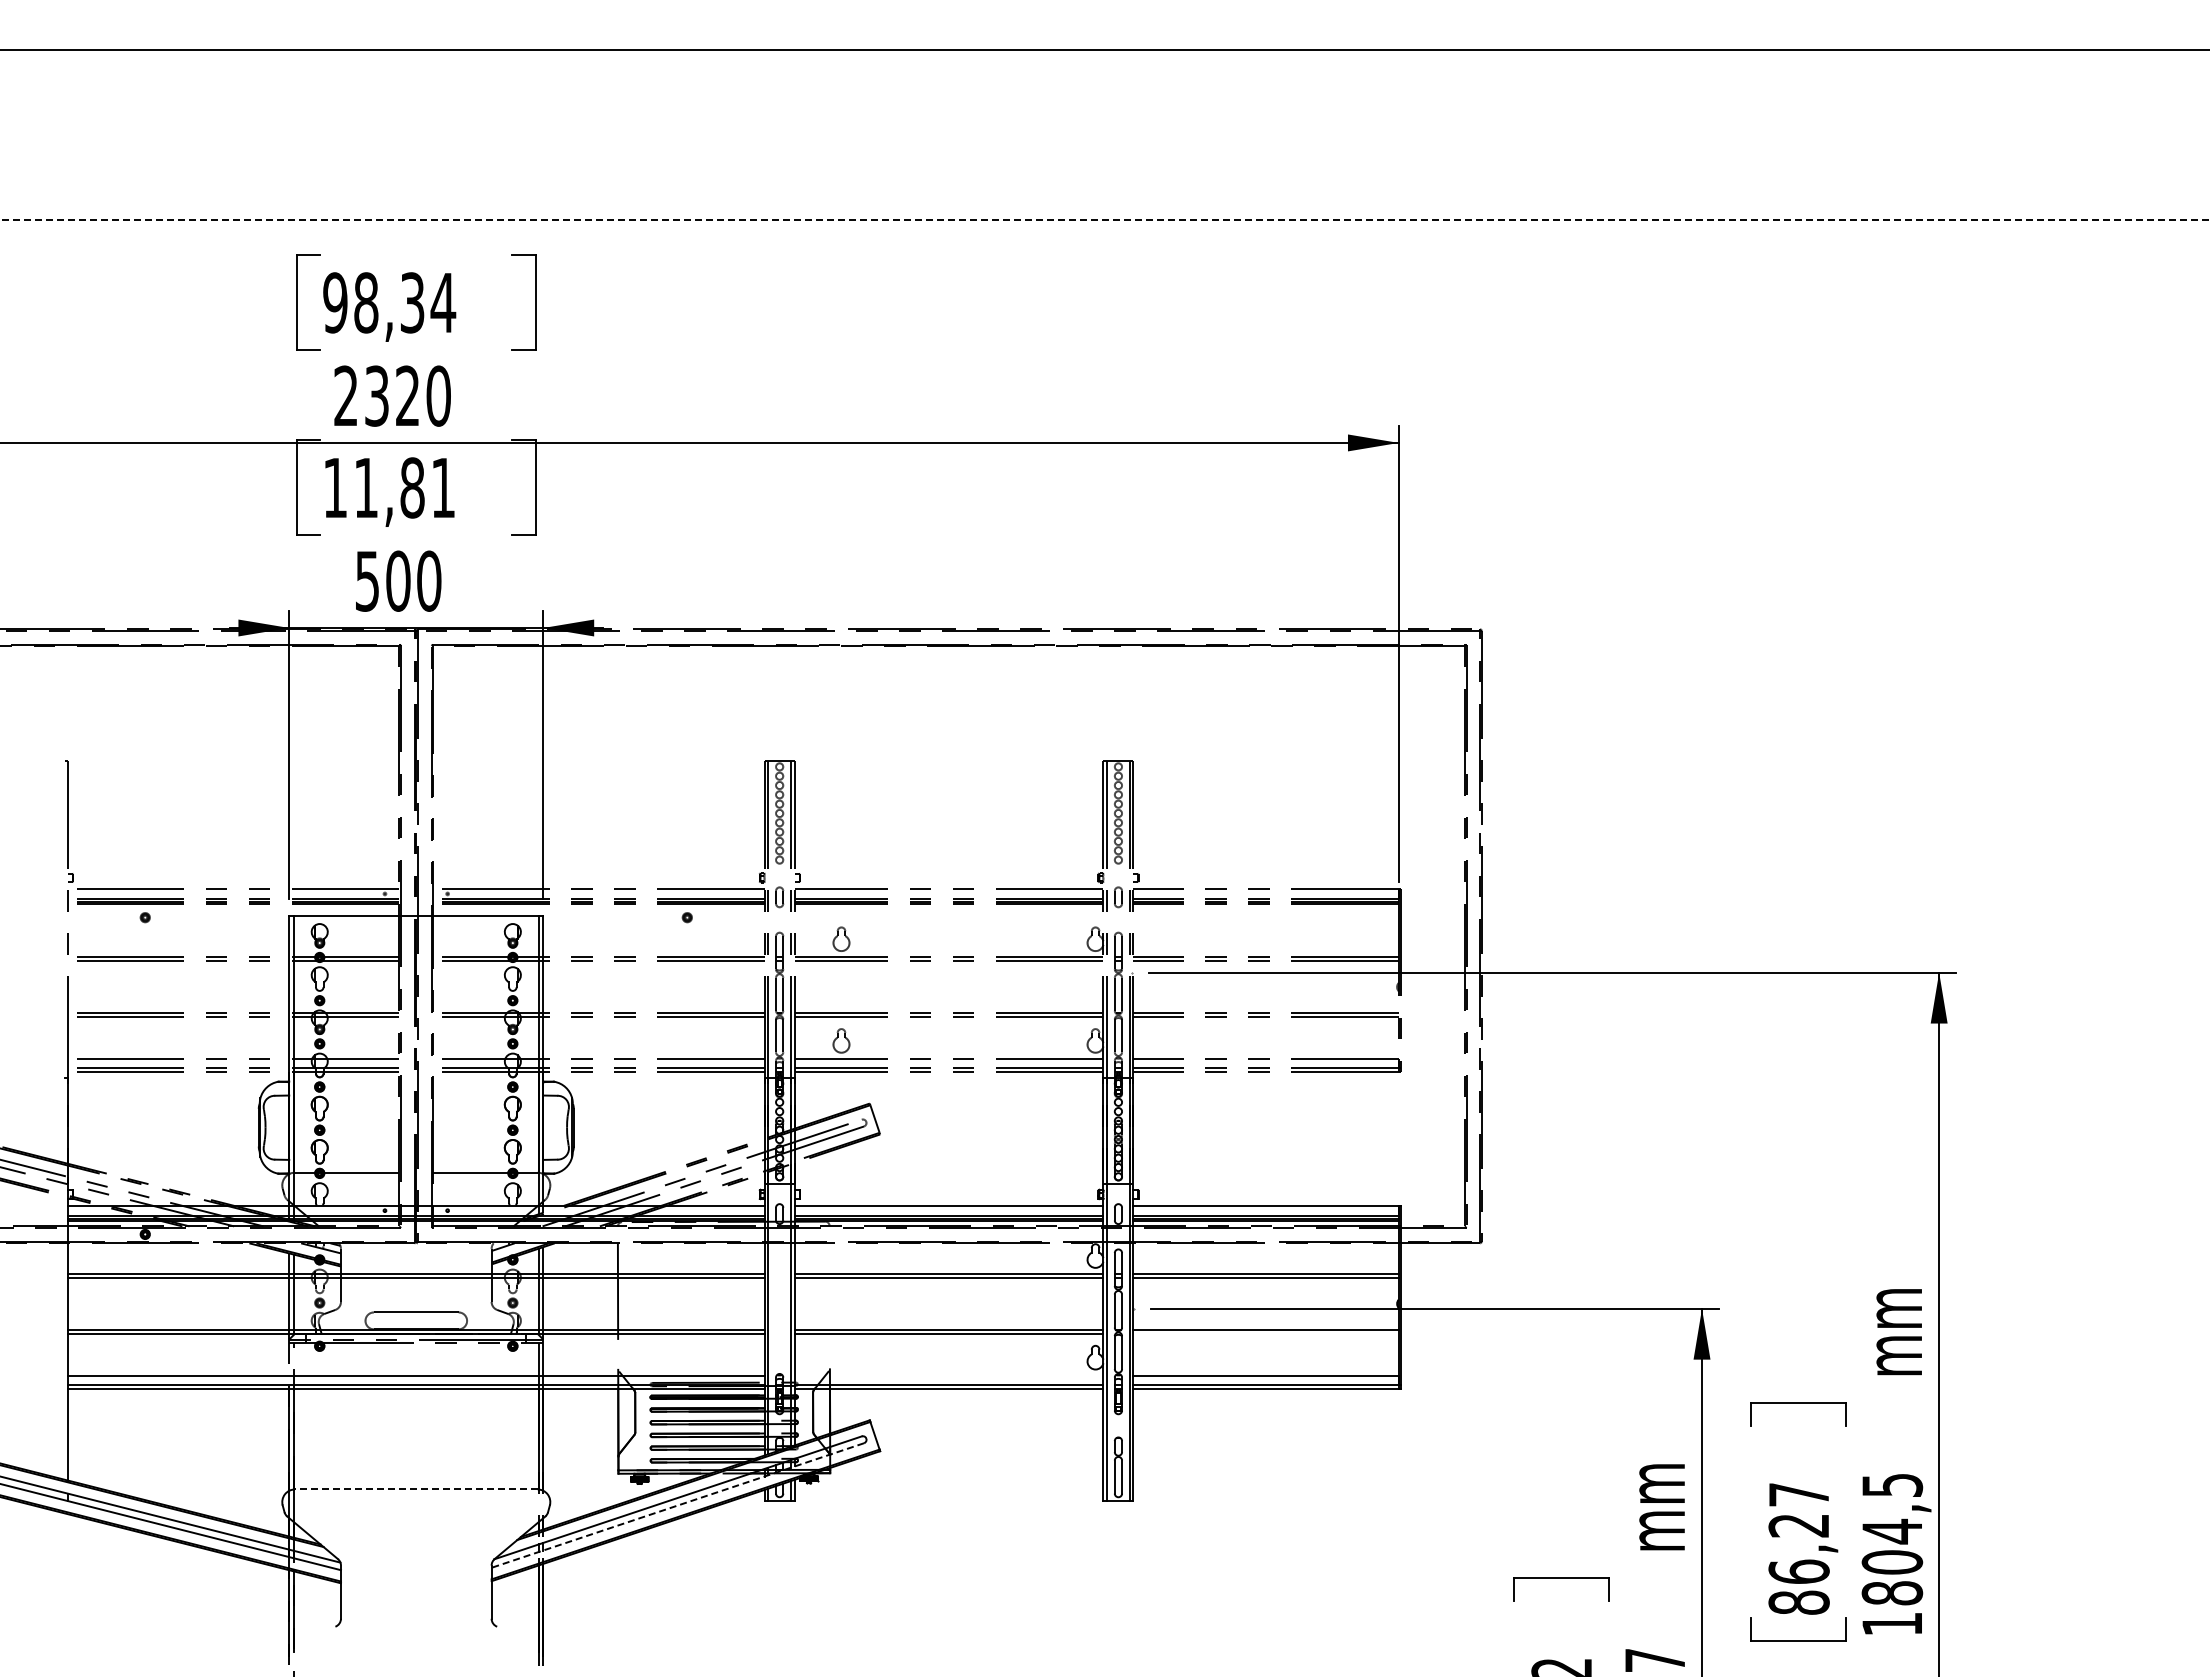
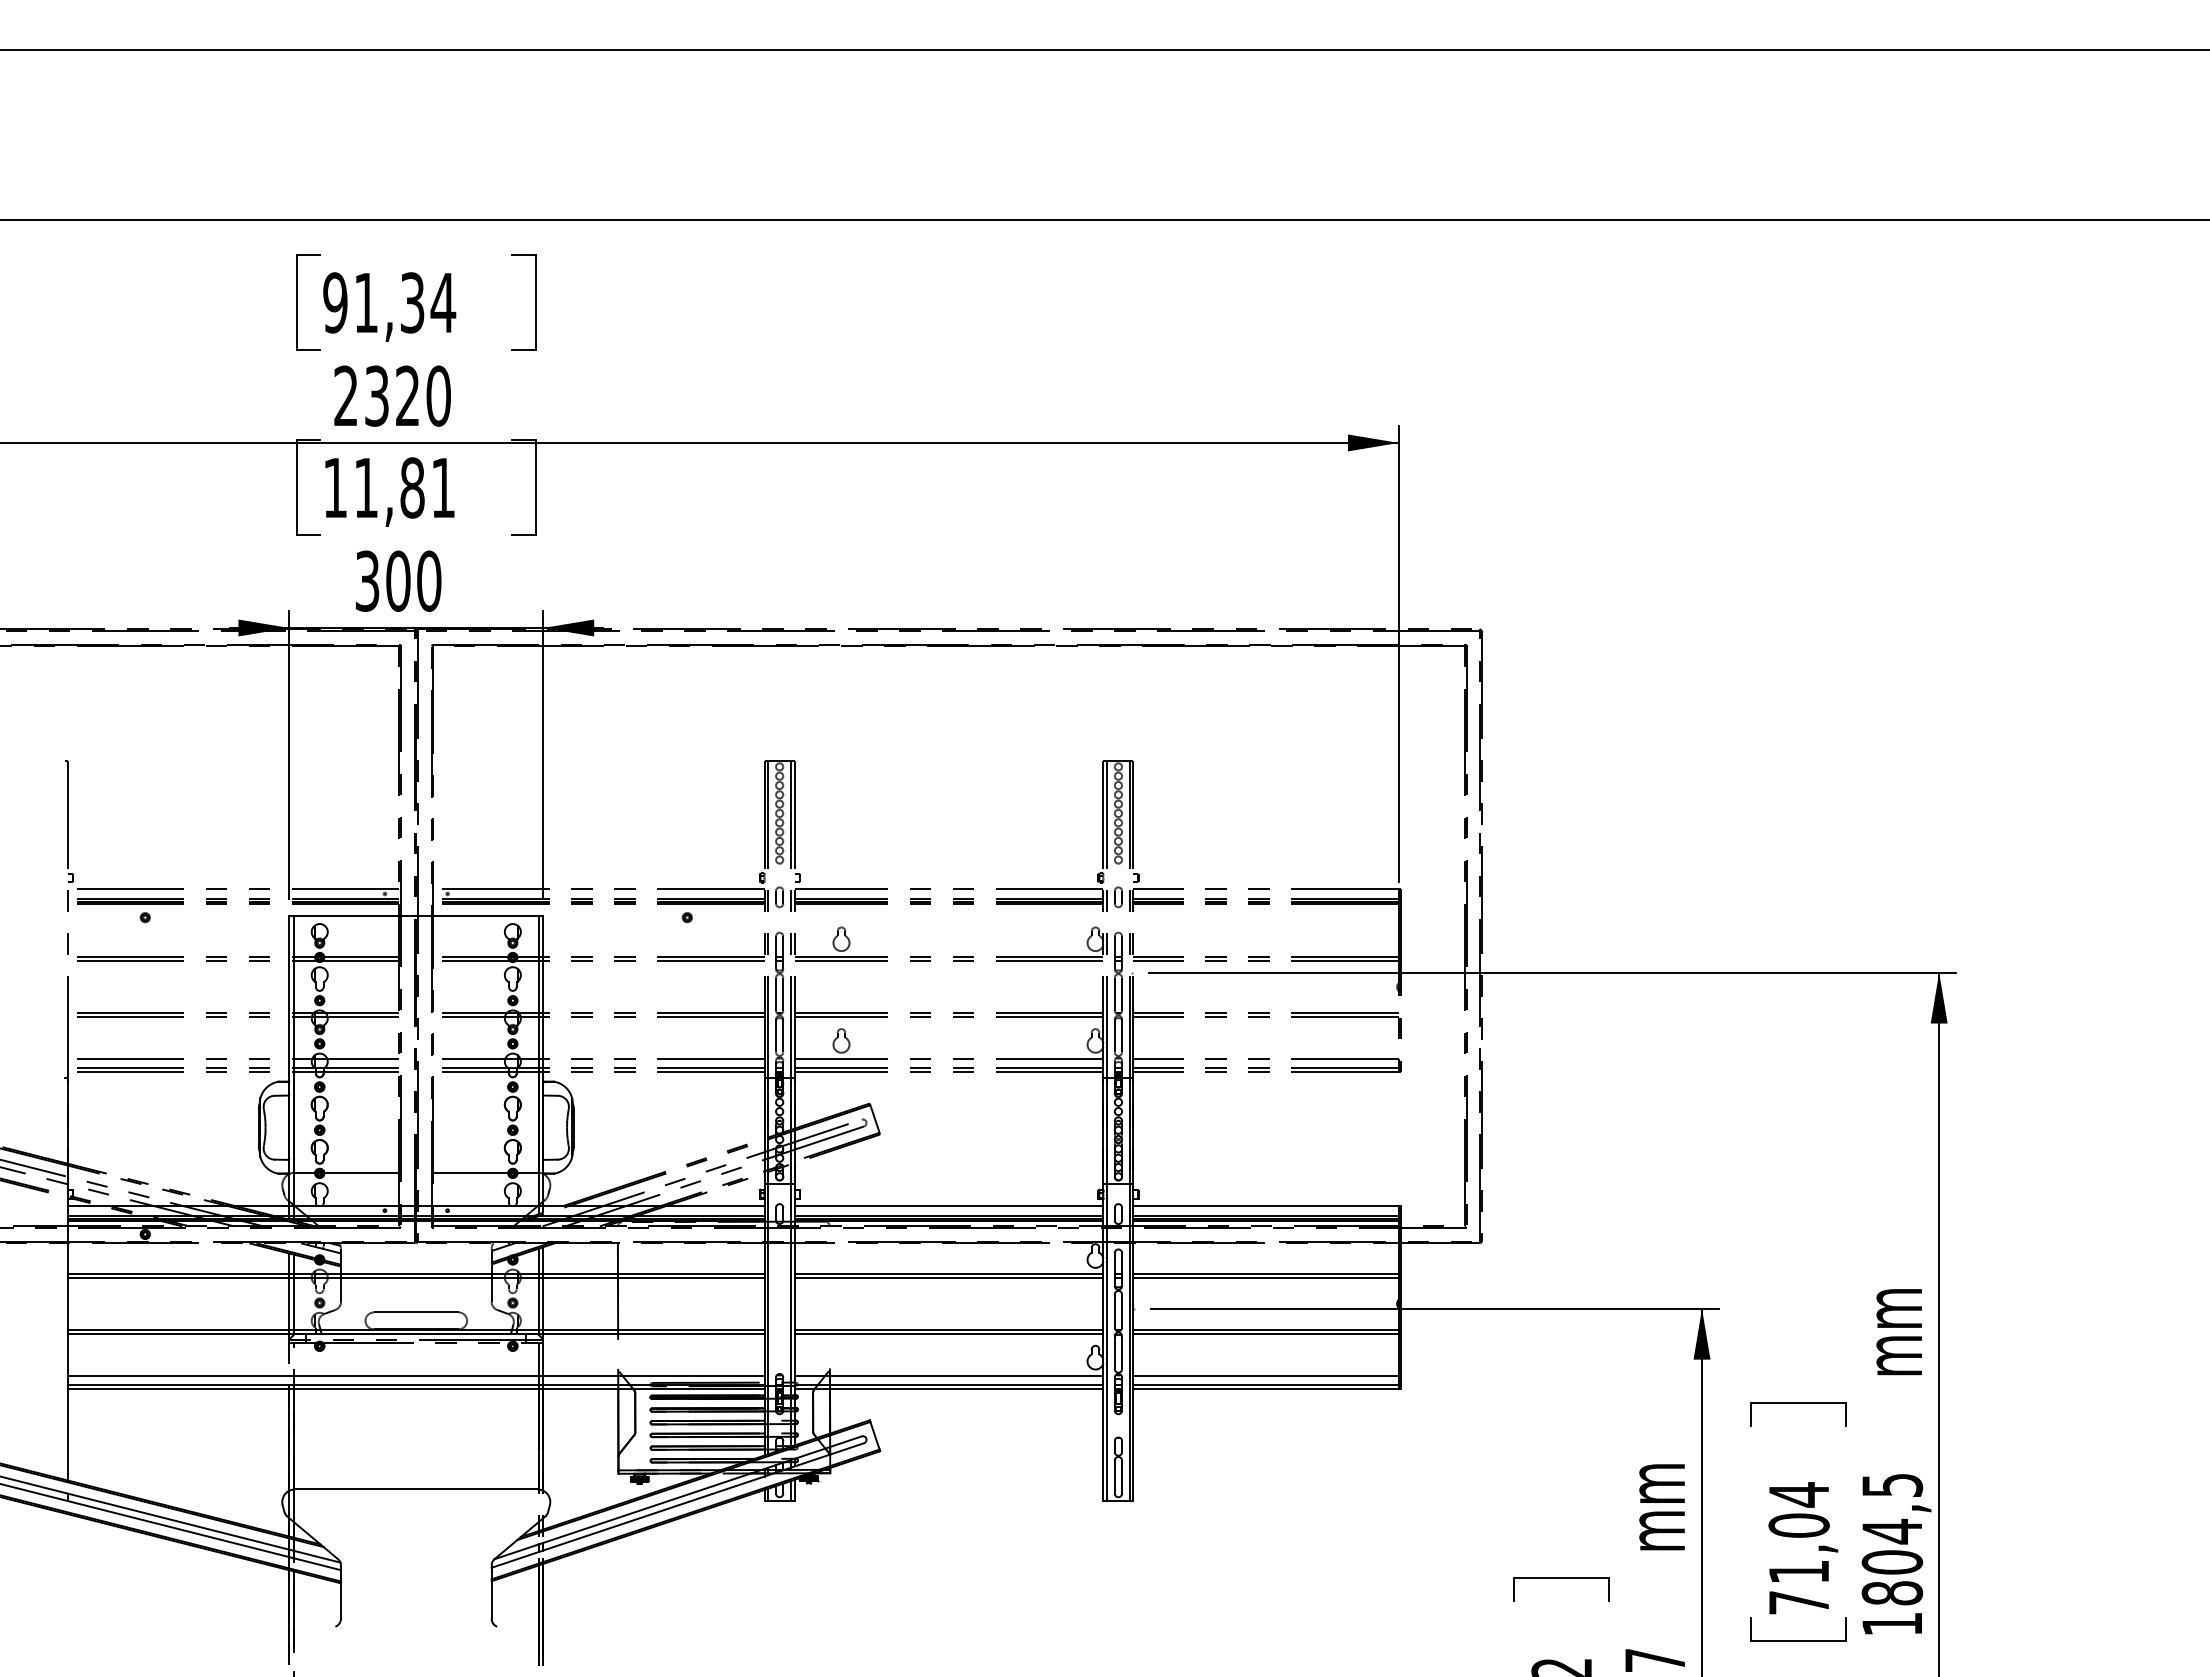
line at (1105, 219): dashed -> solid
text at (366, 302): 98,34 -> 91,34
text at (367, 580): 500 -> 300
line at (1265, 1333): none -> present
line at (948, 1375): none -> present
line at (415, 1489): dashed -> solid
line at (677, 1505): dashed -> solid
text at (1798, 1548): 86,27 -> 71,04
